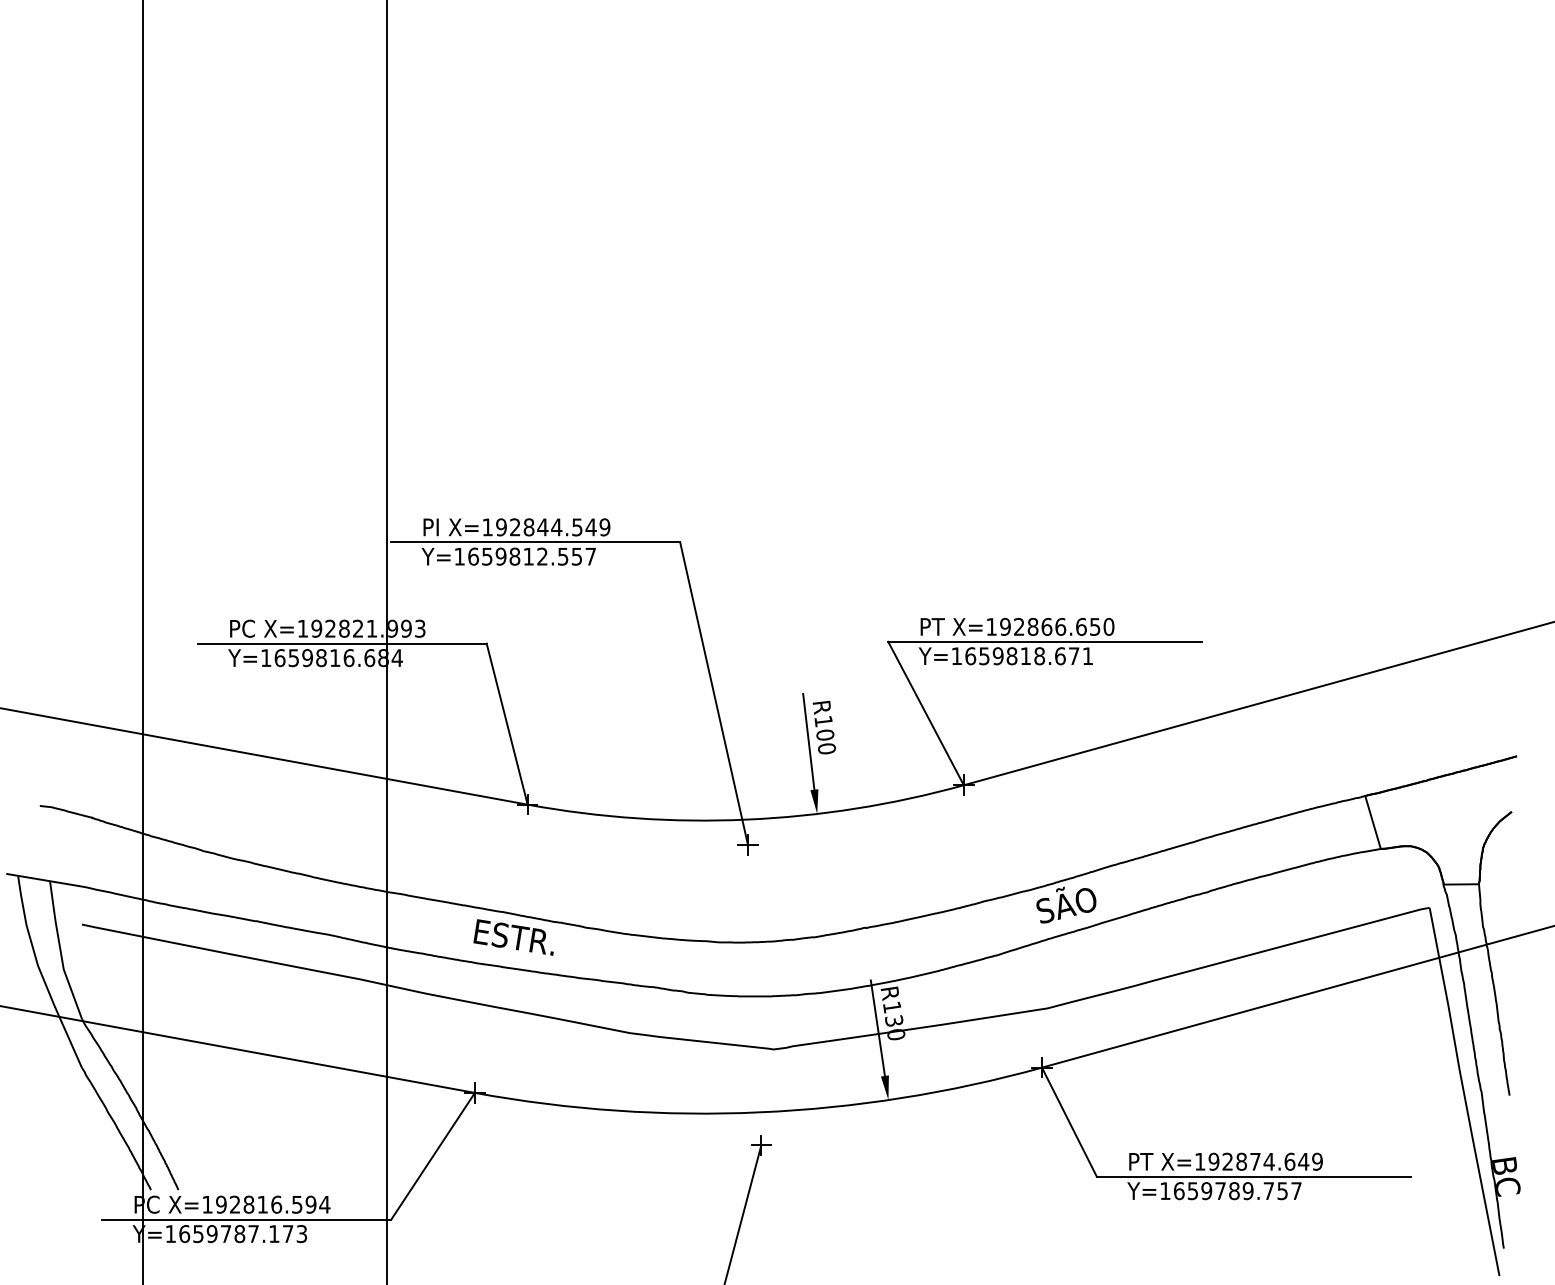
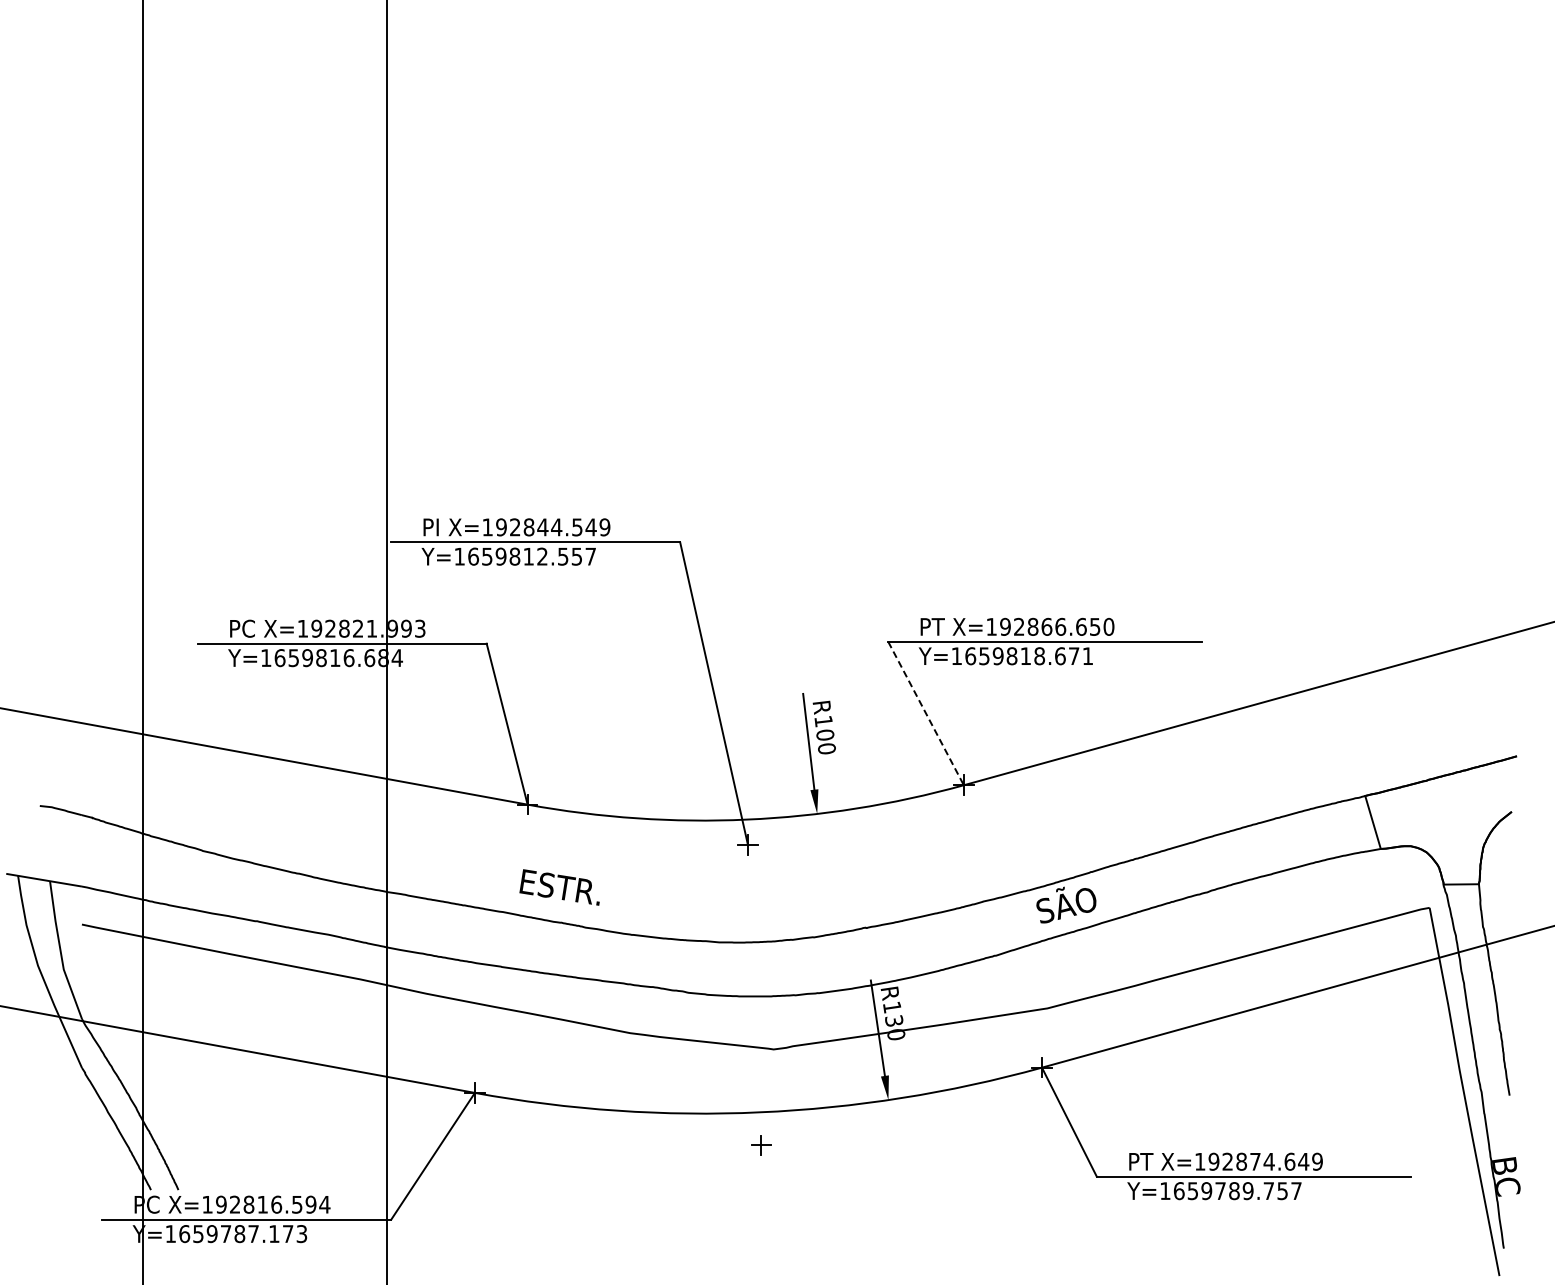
line at (926, 713): solid -> dashed
text at (513, 937) position: (513, 937) -> (559, 887)
line at (743, 1213): present -> none
